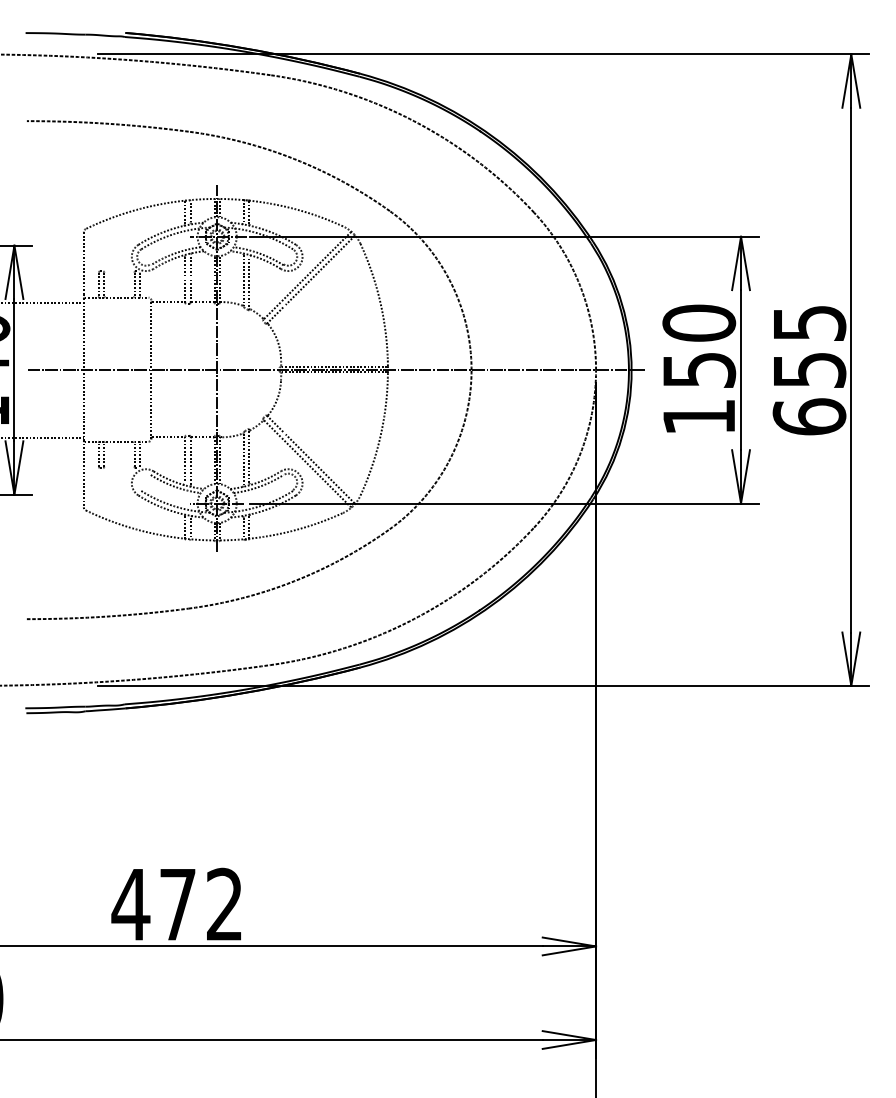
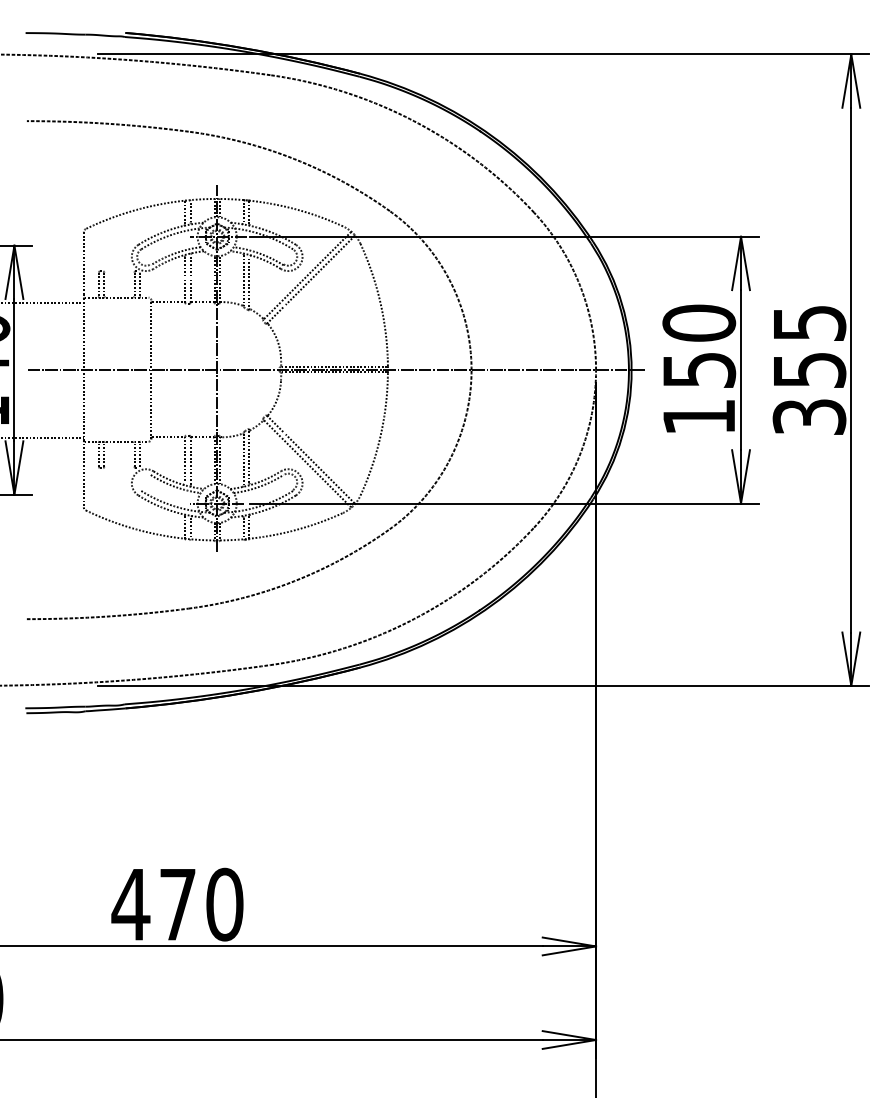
text at (809, 416): 655 -> 355
text at (224, 904): 472 -> 470
